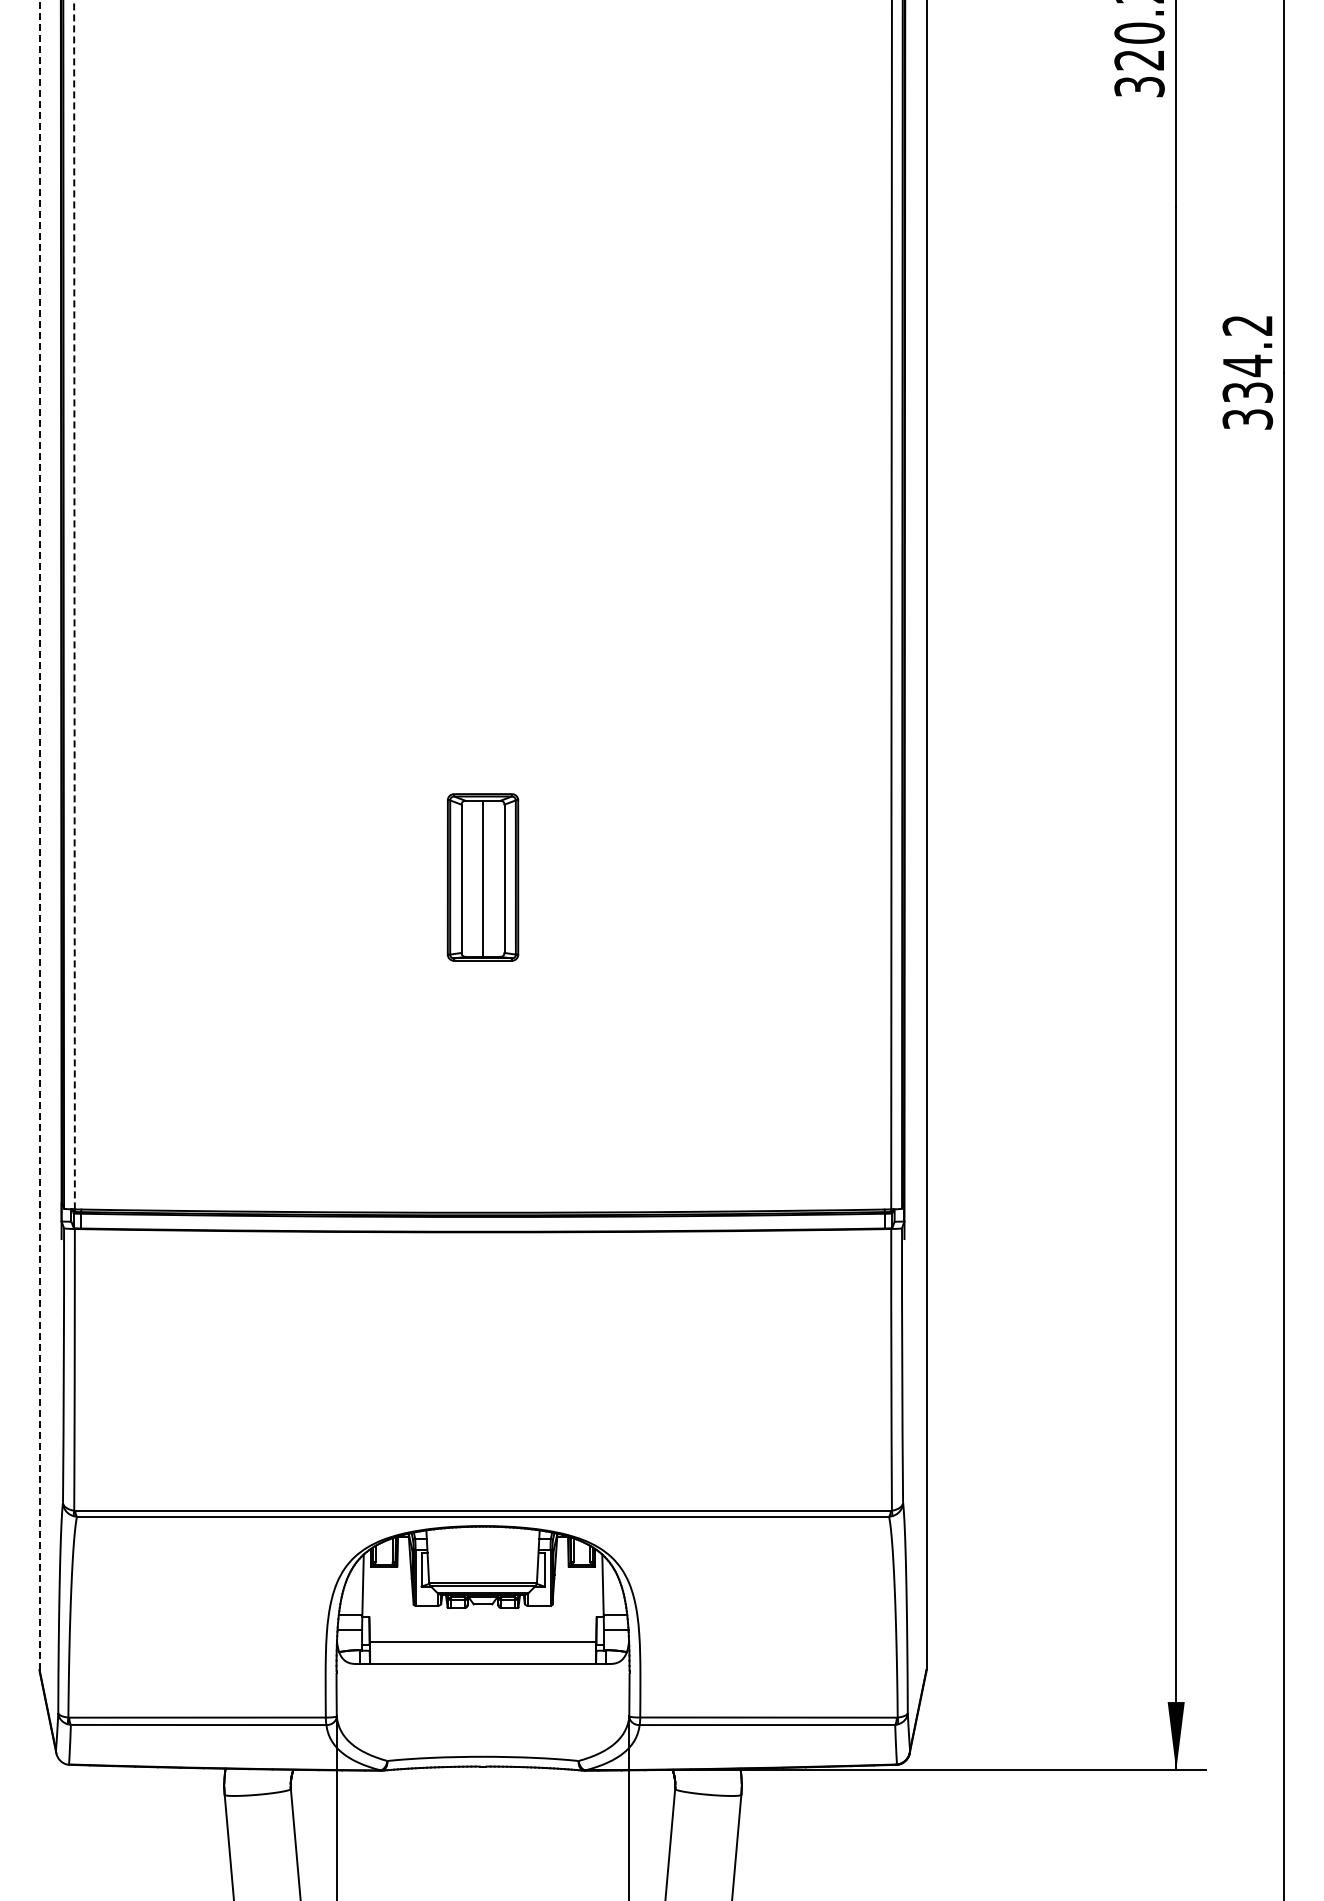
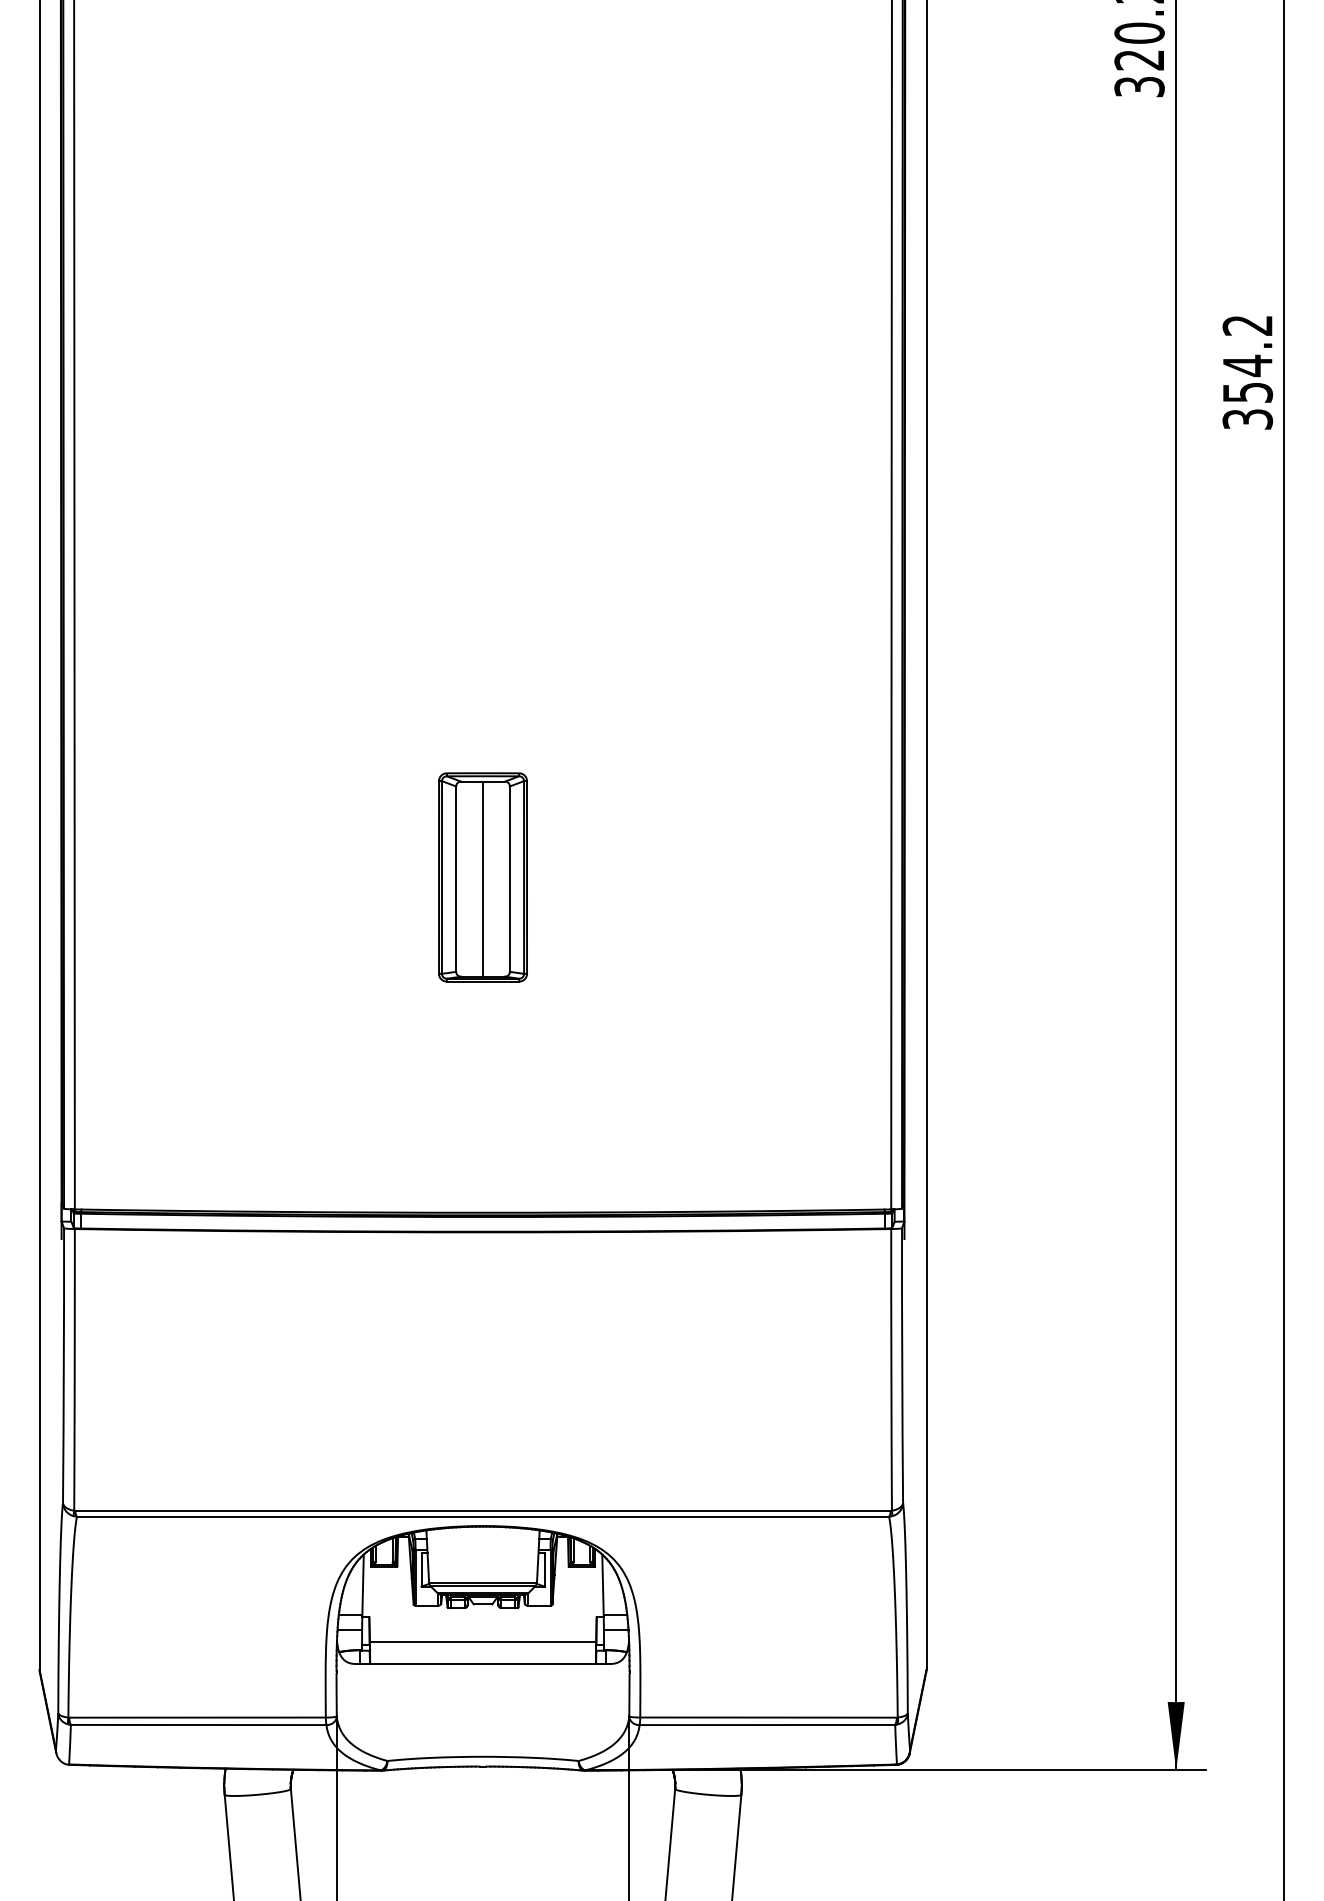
text at (1247, 392): 334.2 -> 354.2
line at (74, 604): dashed -> solid
line at (39, 834): dashed -> solid
part at (482, 877) size: 74x169 px -> 90x211 px
